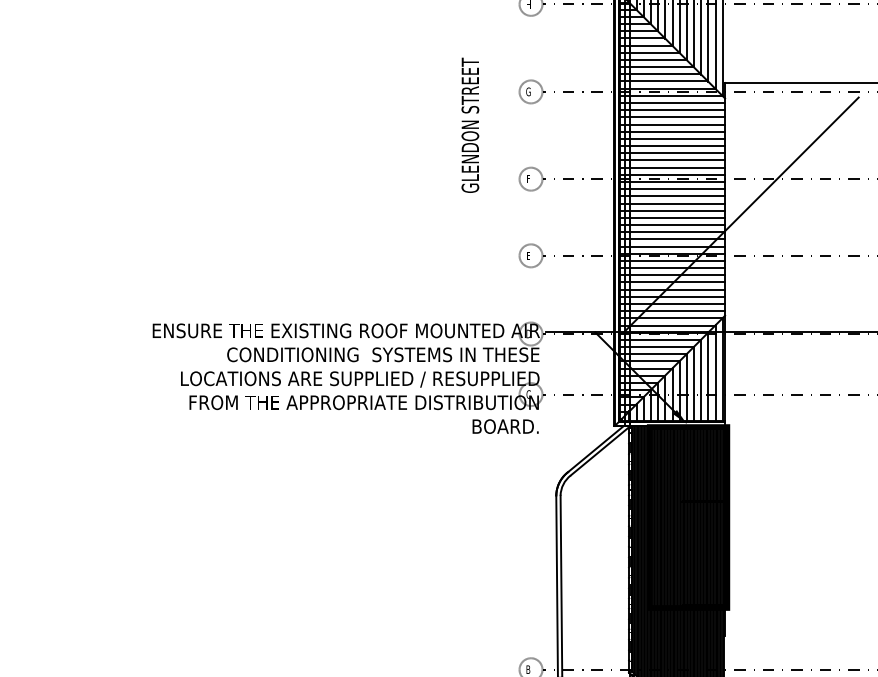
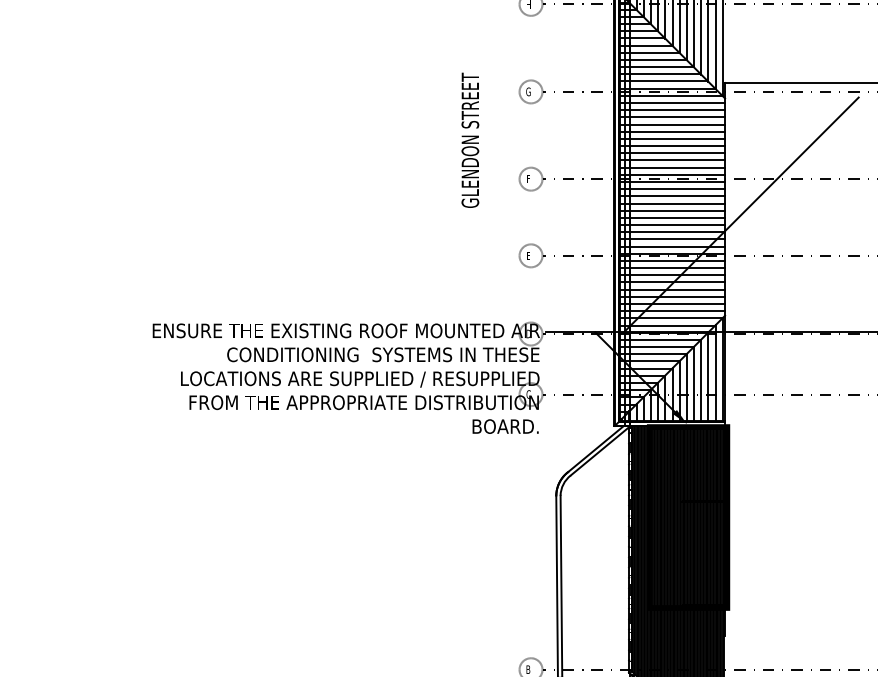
text at (470, 124) position: (470, 124) -> (470, 139)
